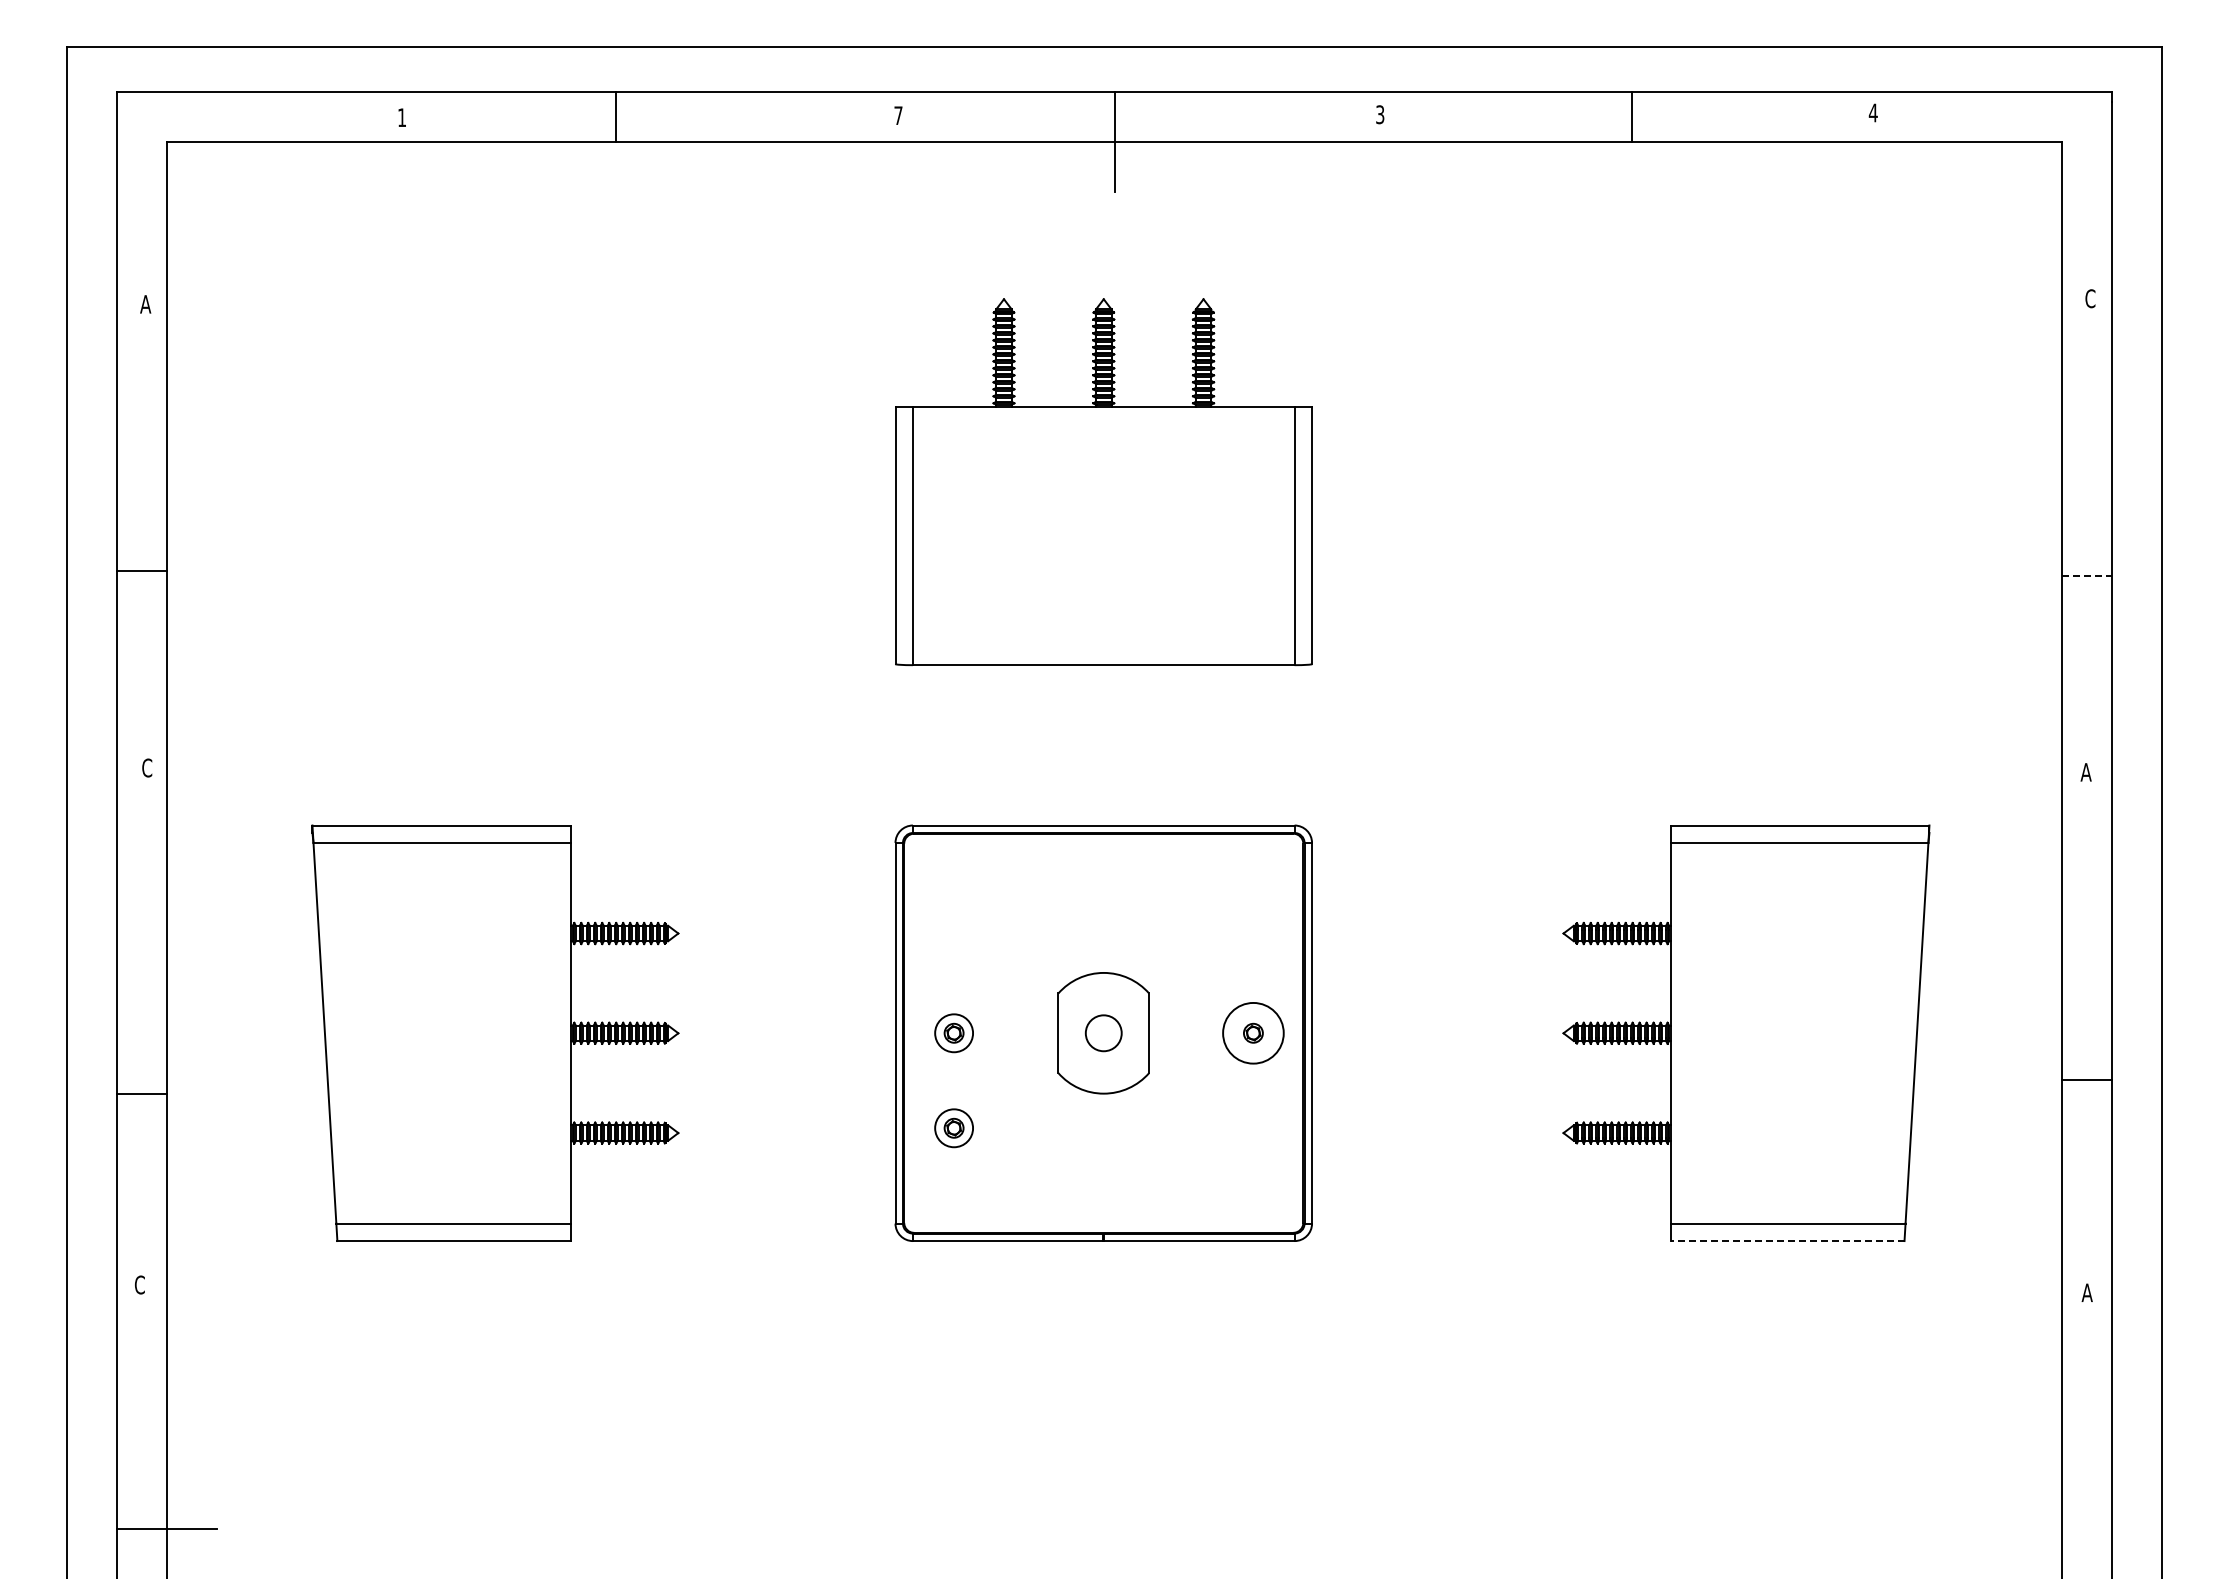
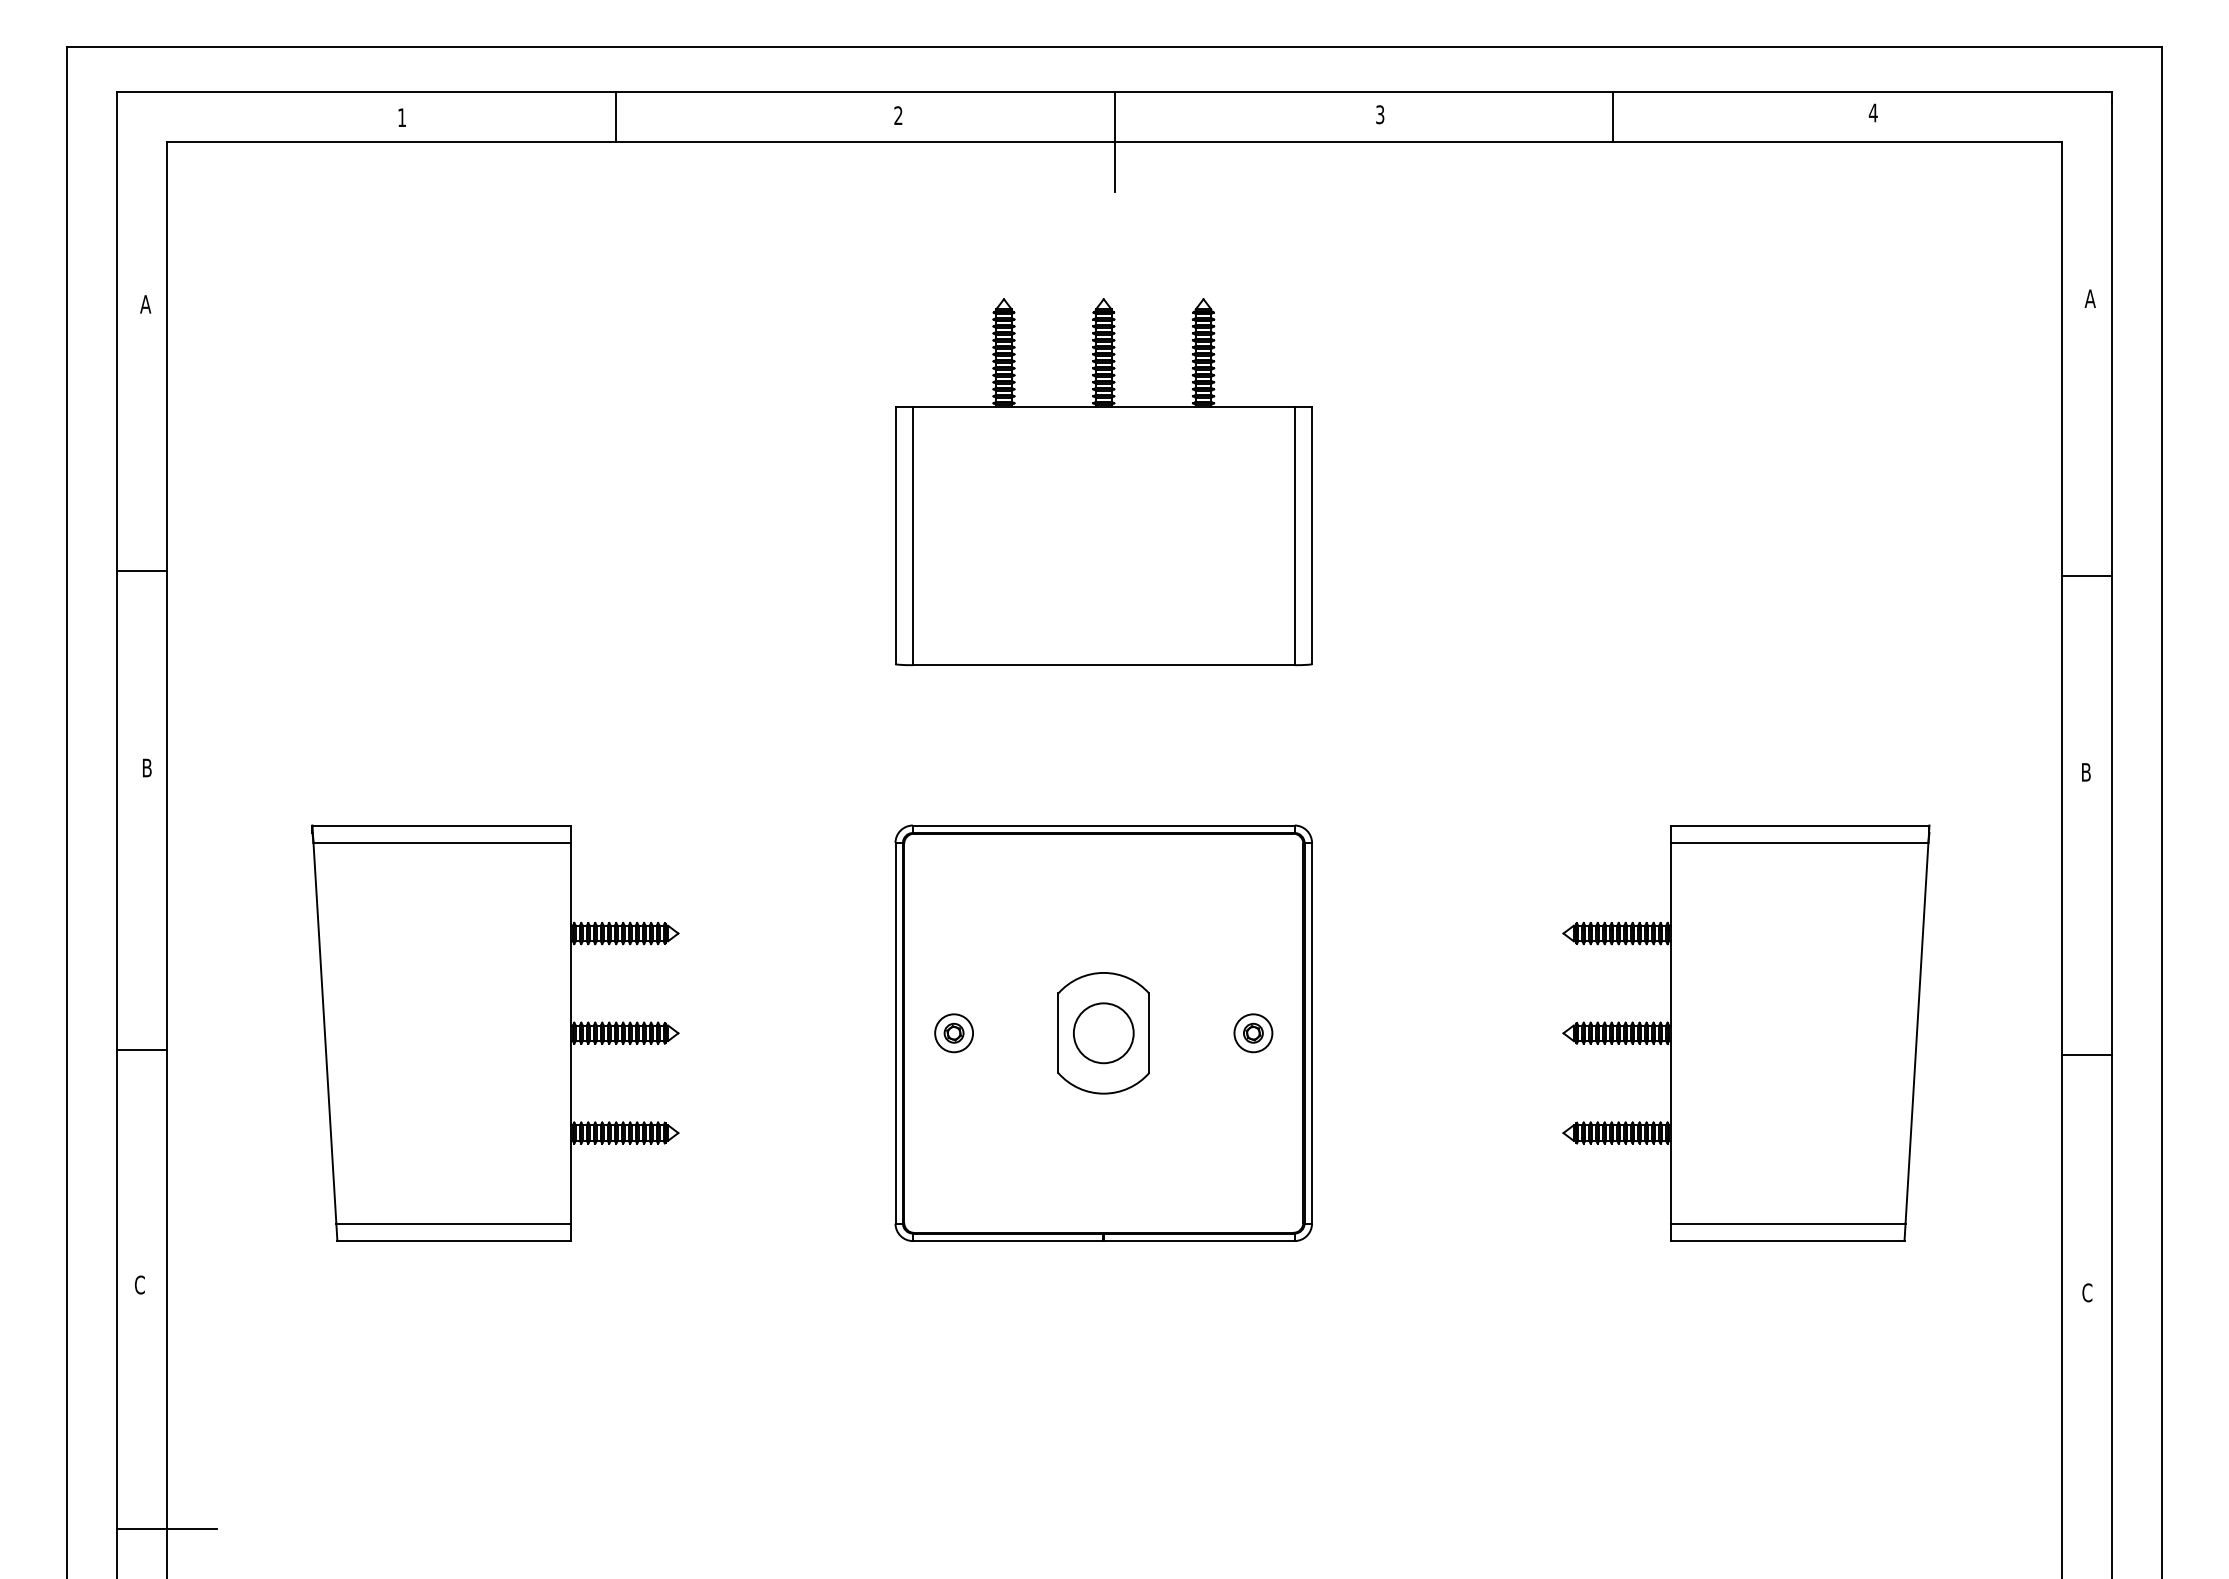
text at (898, 115): 7 -> 2
line at (1632, 117) position: (1632, 117) -> (1613, 117)
text at (2089, 298): C -> A
line at (2087, 576): dashed -> solid
text at (147, 767): C -> B
text at (2085, 772): A -> B
circle at (1253, 1032) diameter: 61 px -> 38 px
circle at (1103, 1033) diameter: 36 px -> 60 px
line at (2087, 1080) position: (2087, 1080) -> (2087, 1055)
line at (141, 1094) position: (141, 1094) -> (141, 1050)
part at (953, 1128): present -> none
line at (1787, 1241): dashed -> solid
text at (2086, 1292): A -> C
